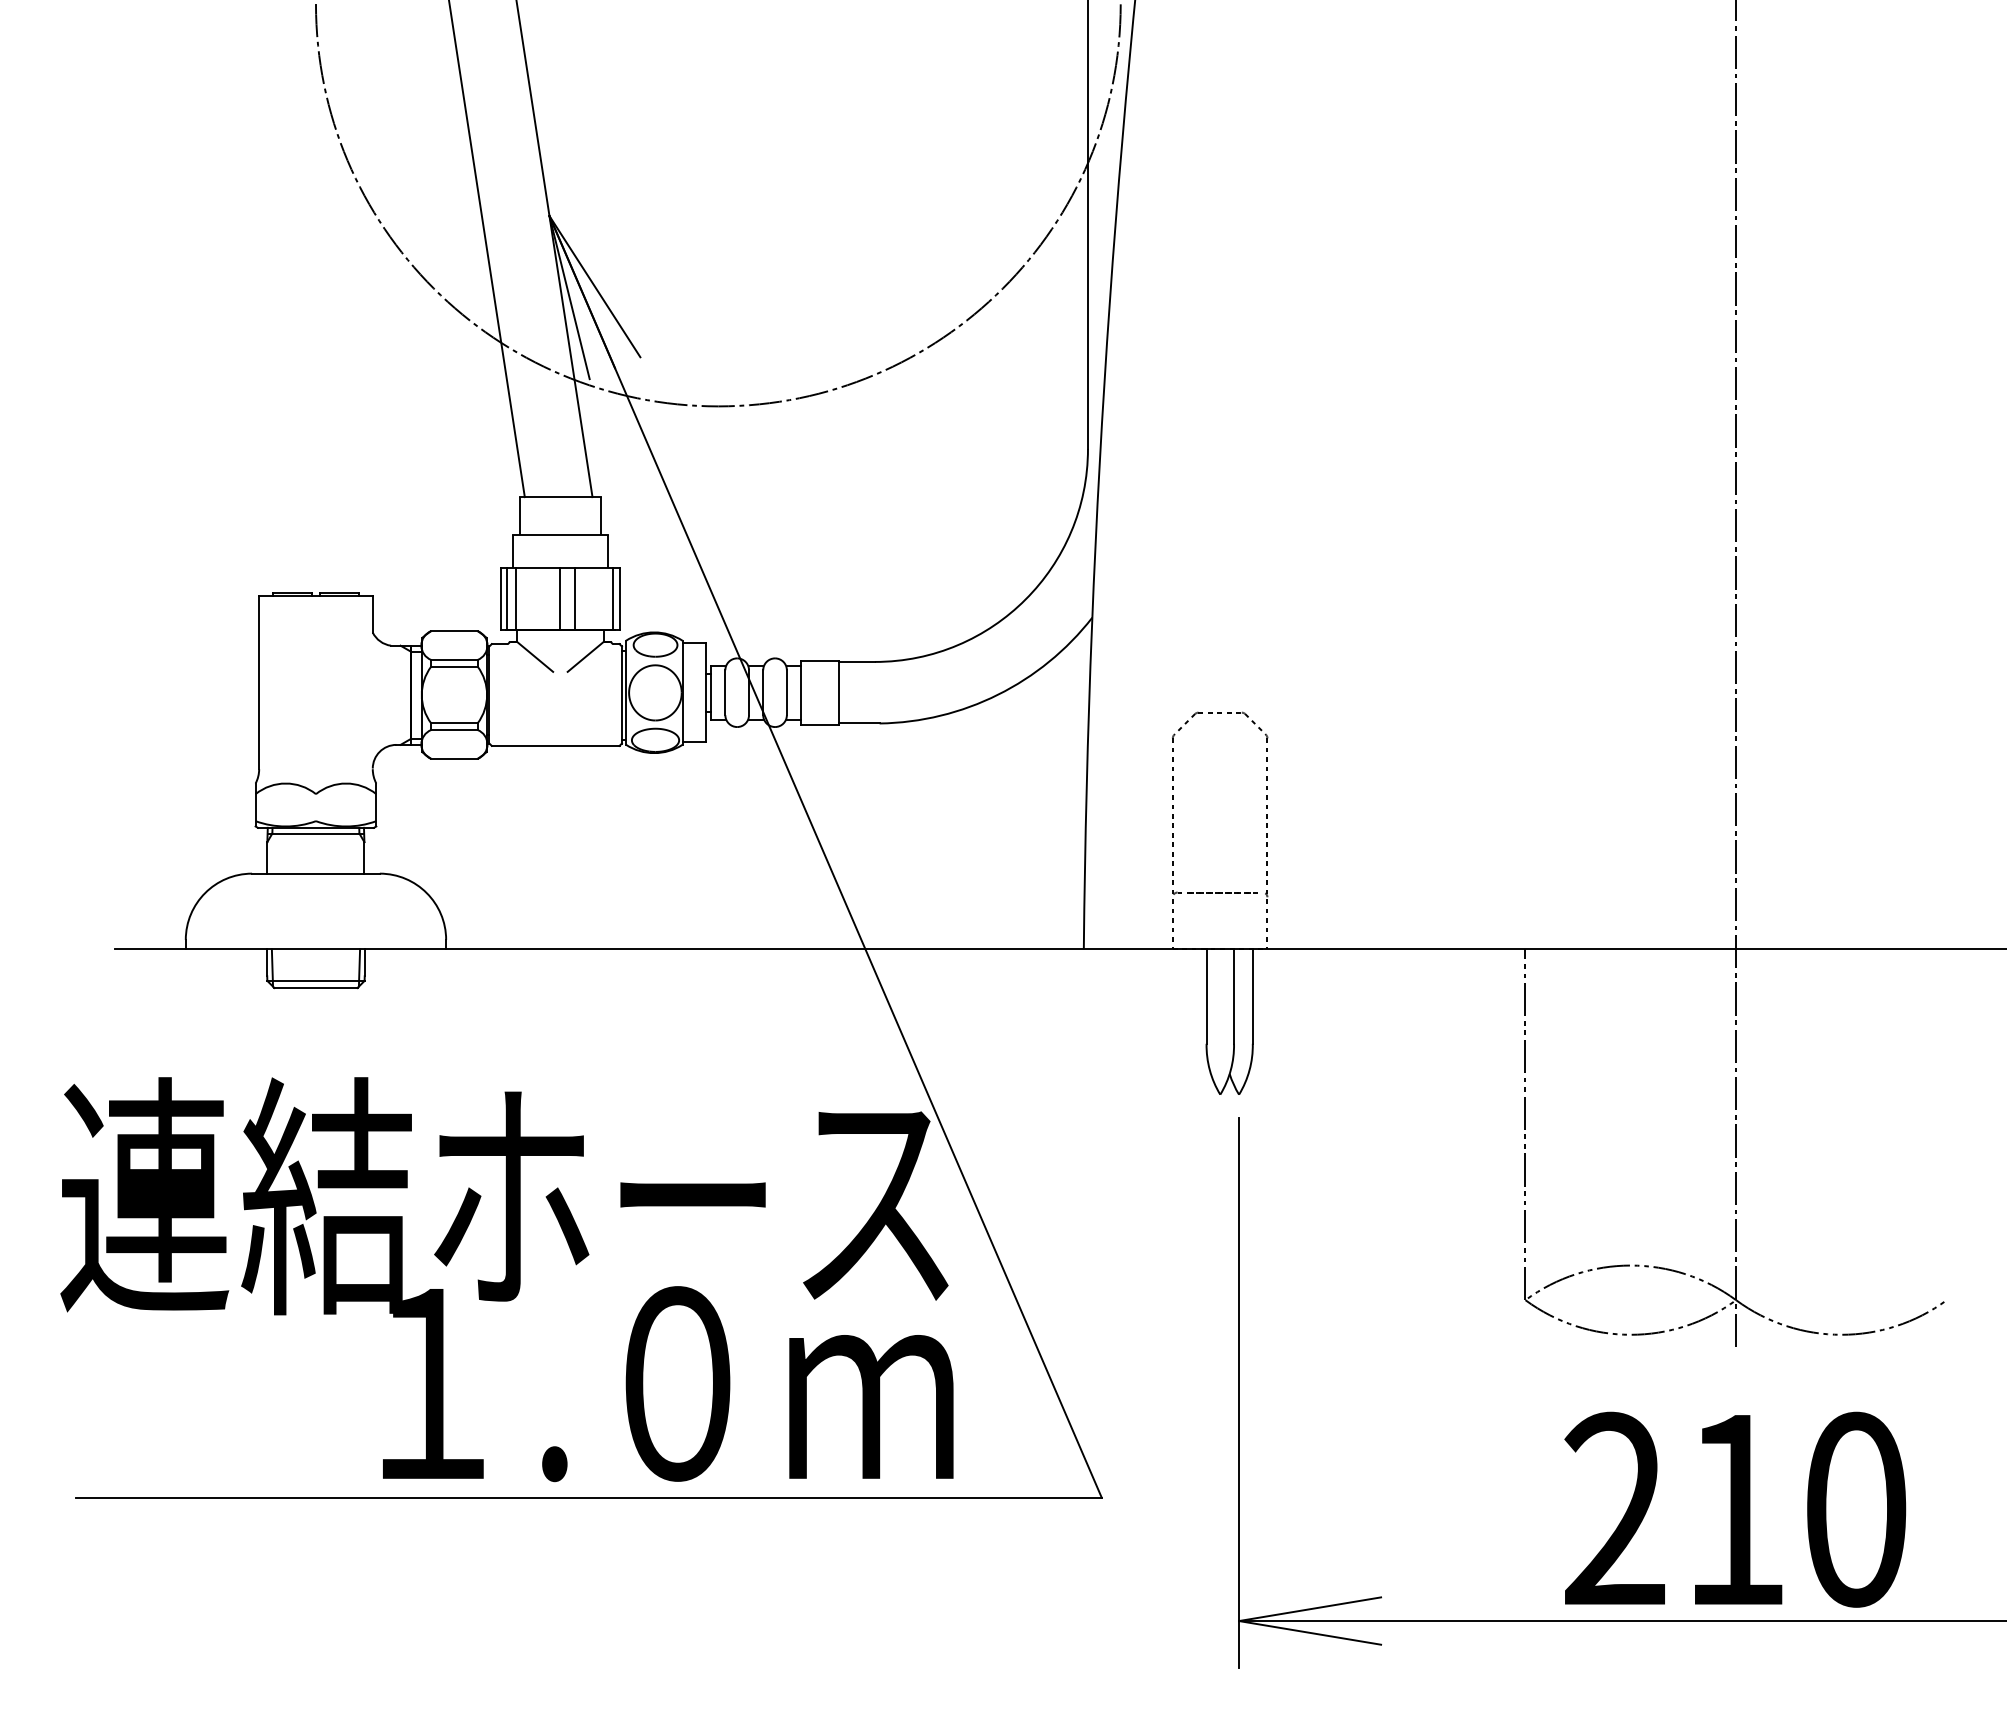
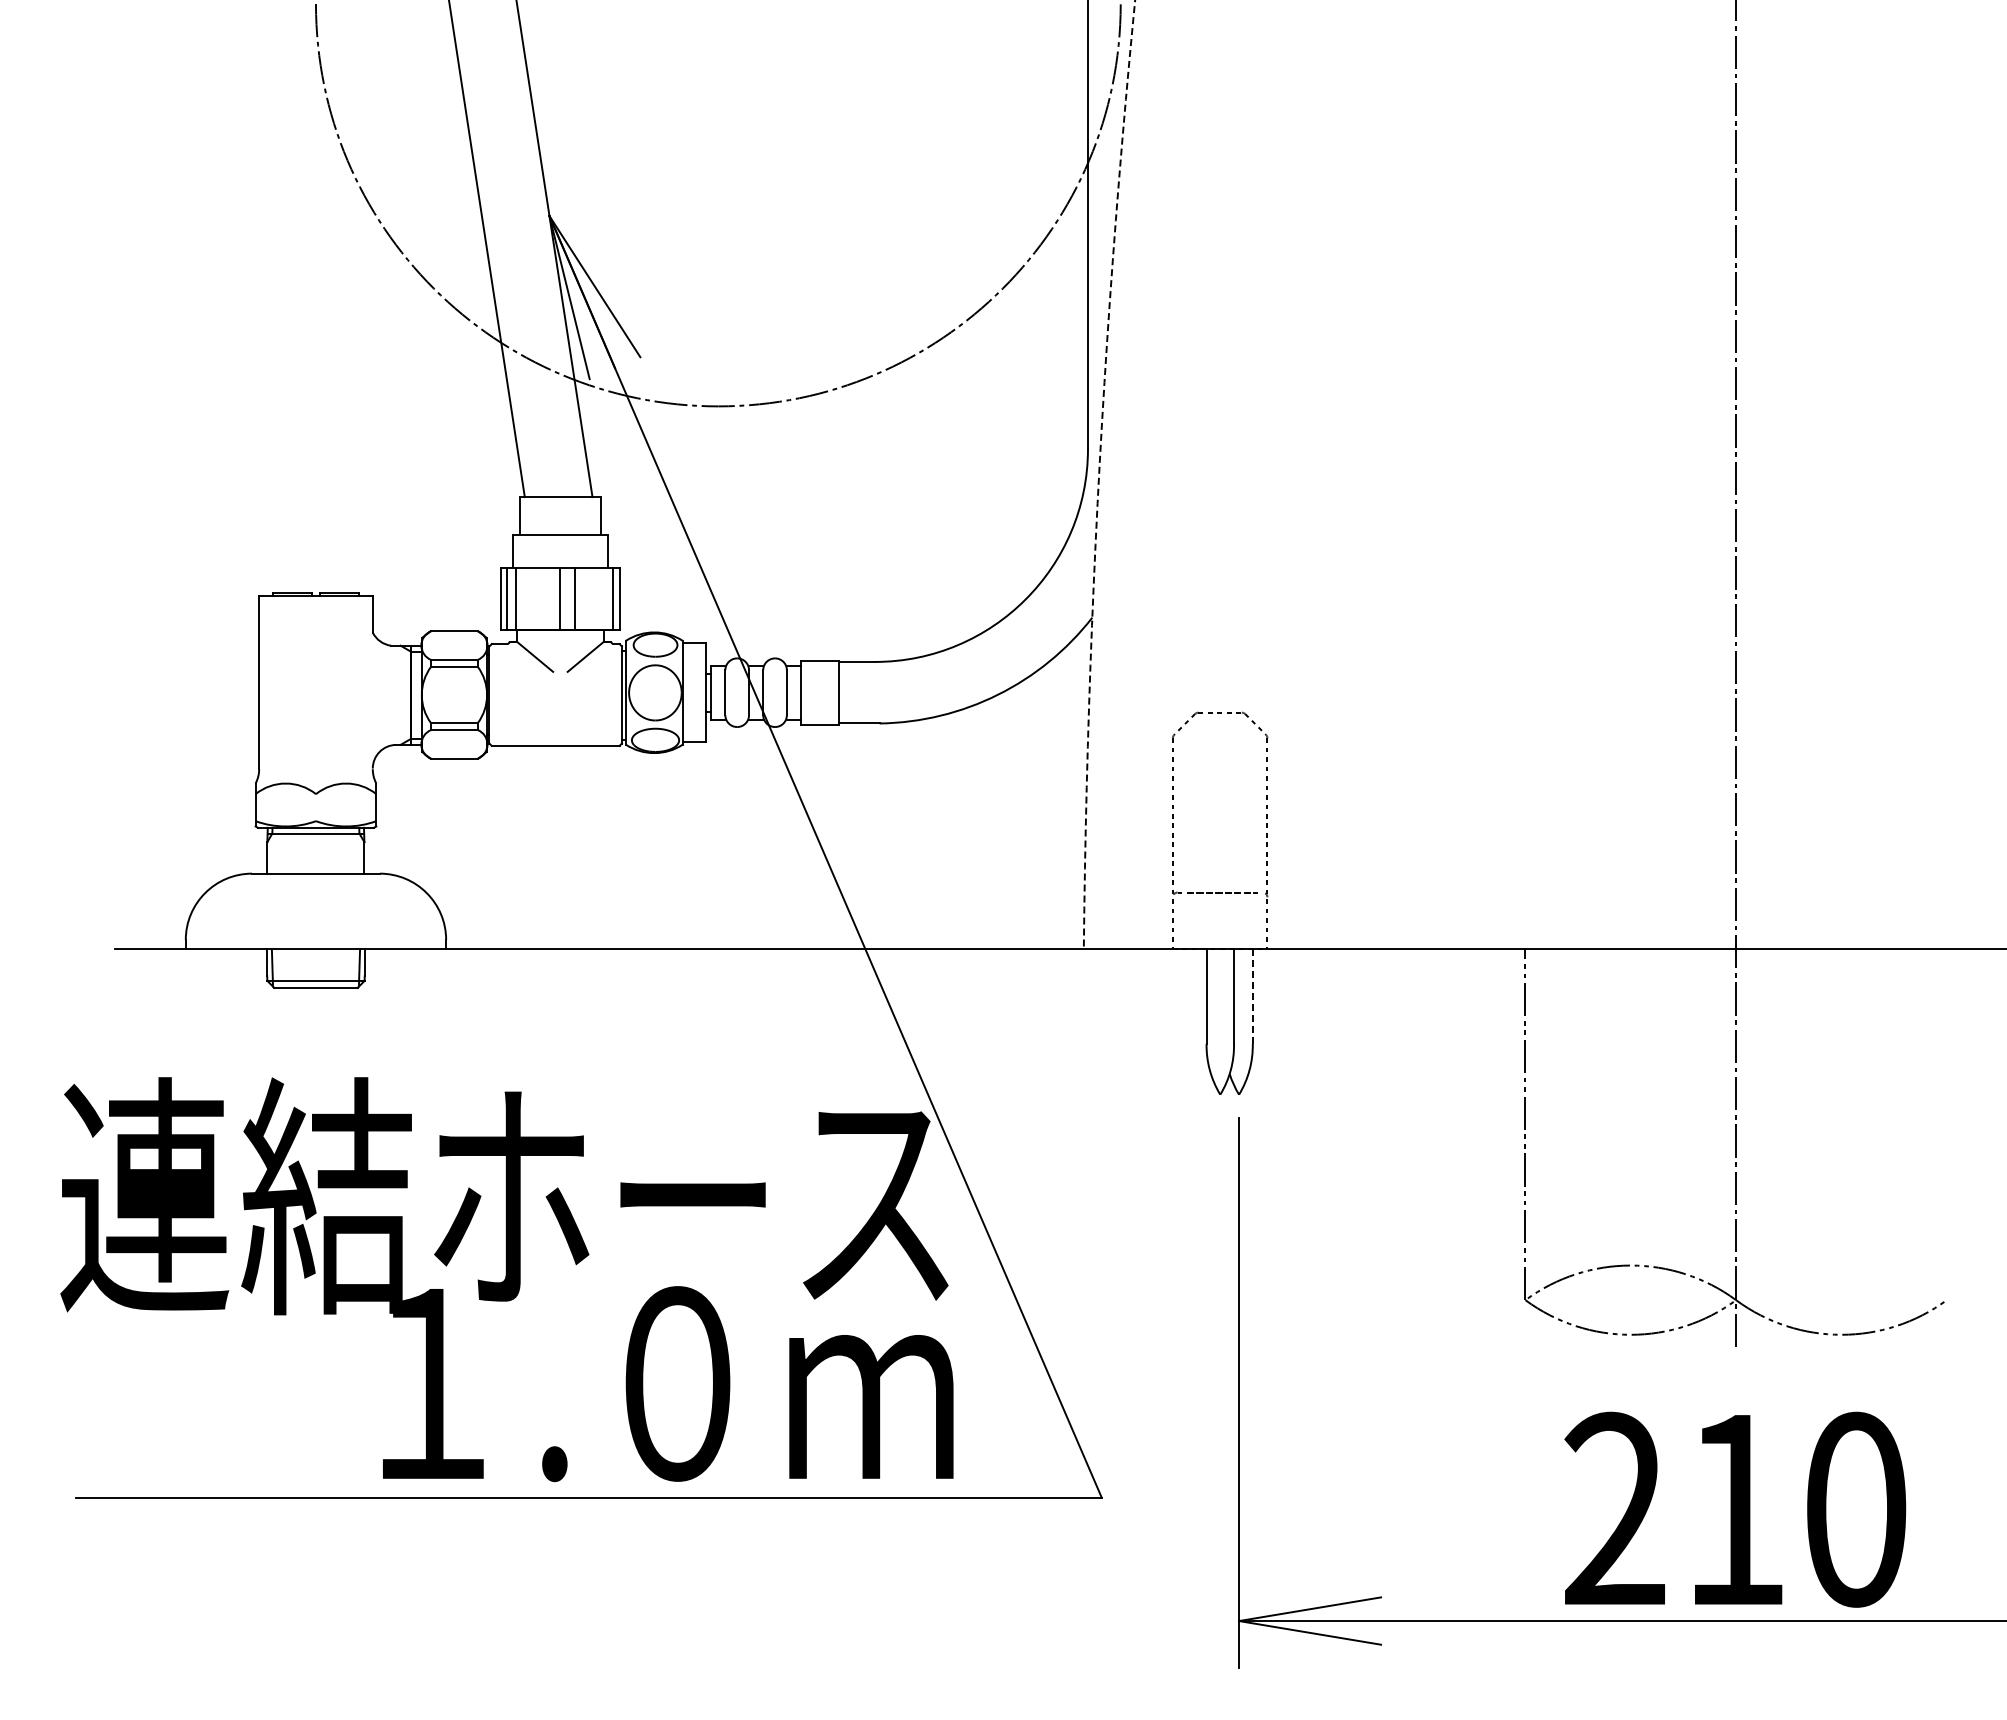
arc at (1099, 474): solid -> dashed
line at (1252, 996): solid -> dashed
